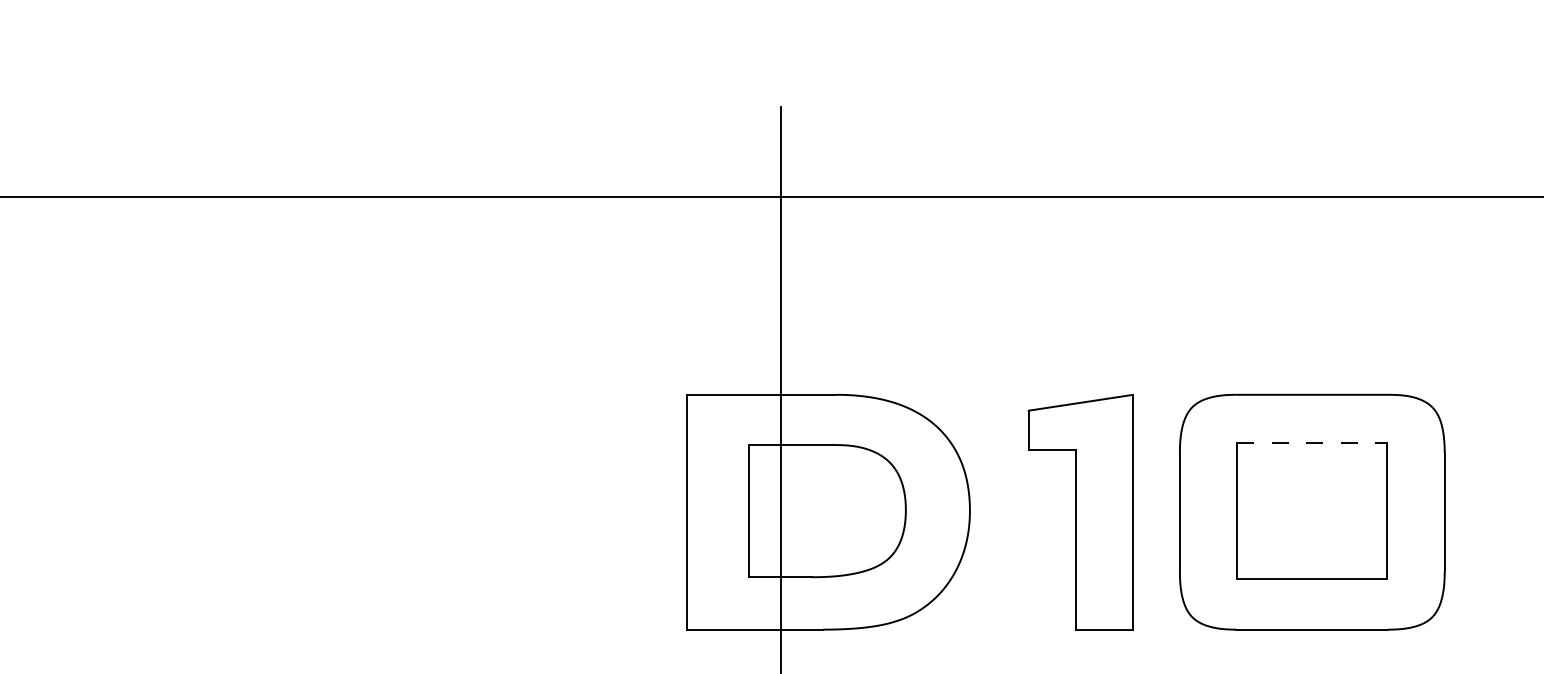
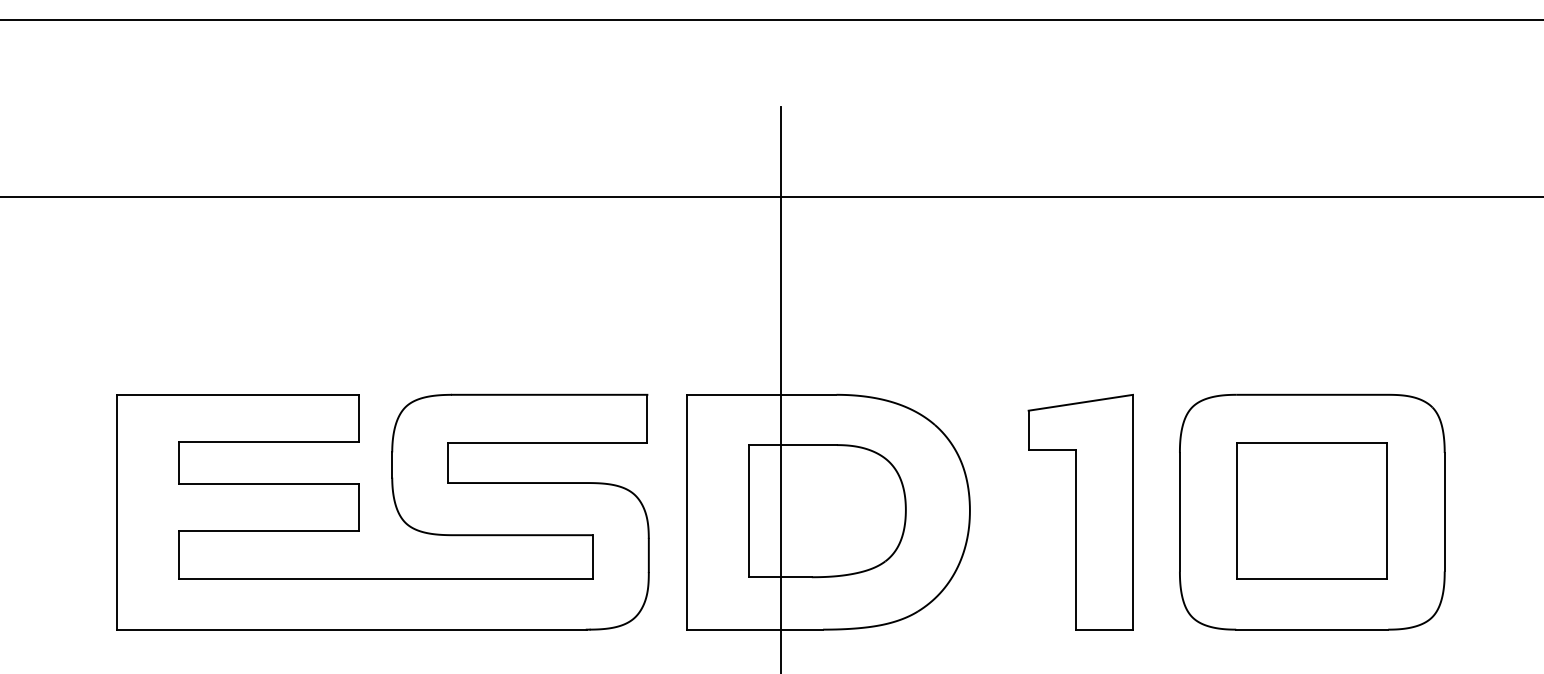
line at (771, 20): none -> present
line at (1312, 443): dashed -> solid
part at (395, 508): none -> present
